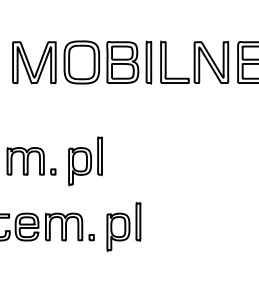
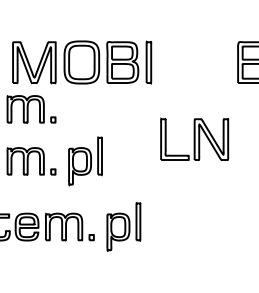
part at (194, 61) position: (194, 61) -> (194, 138)
part at (31, 109): none -> present
